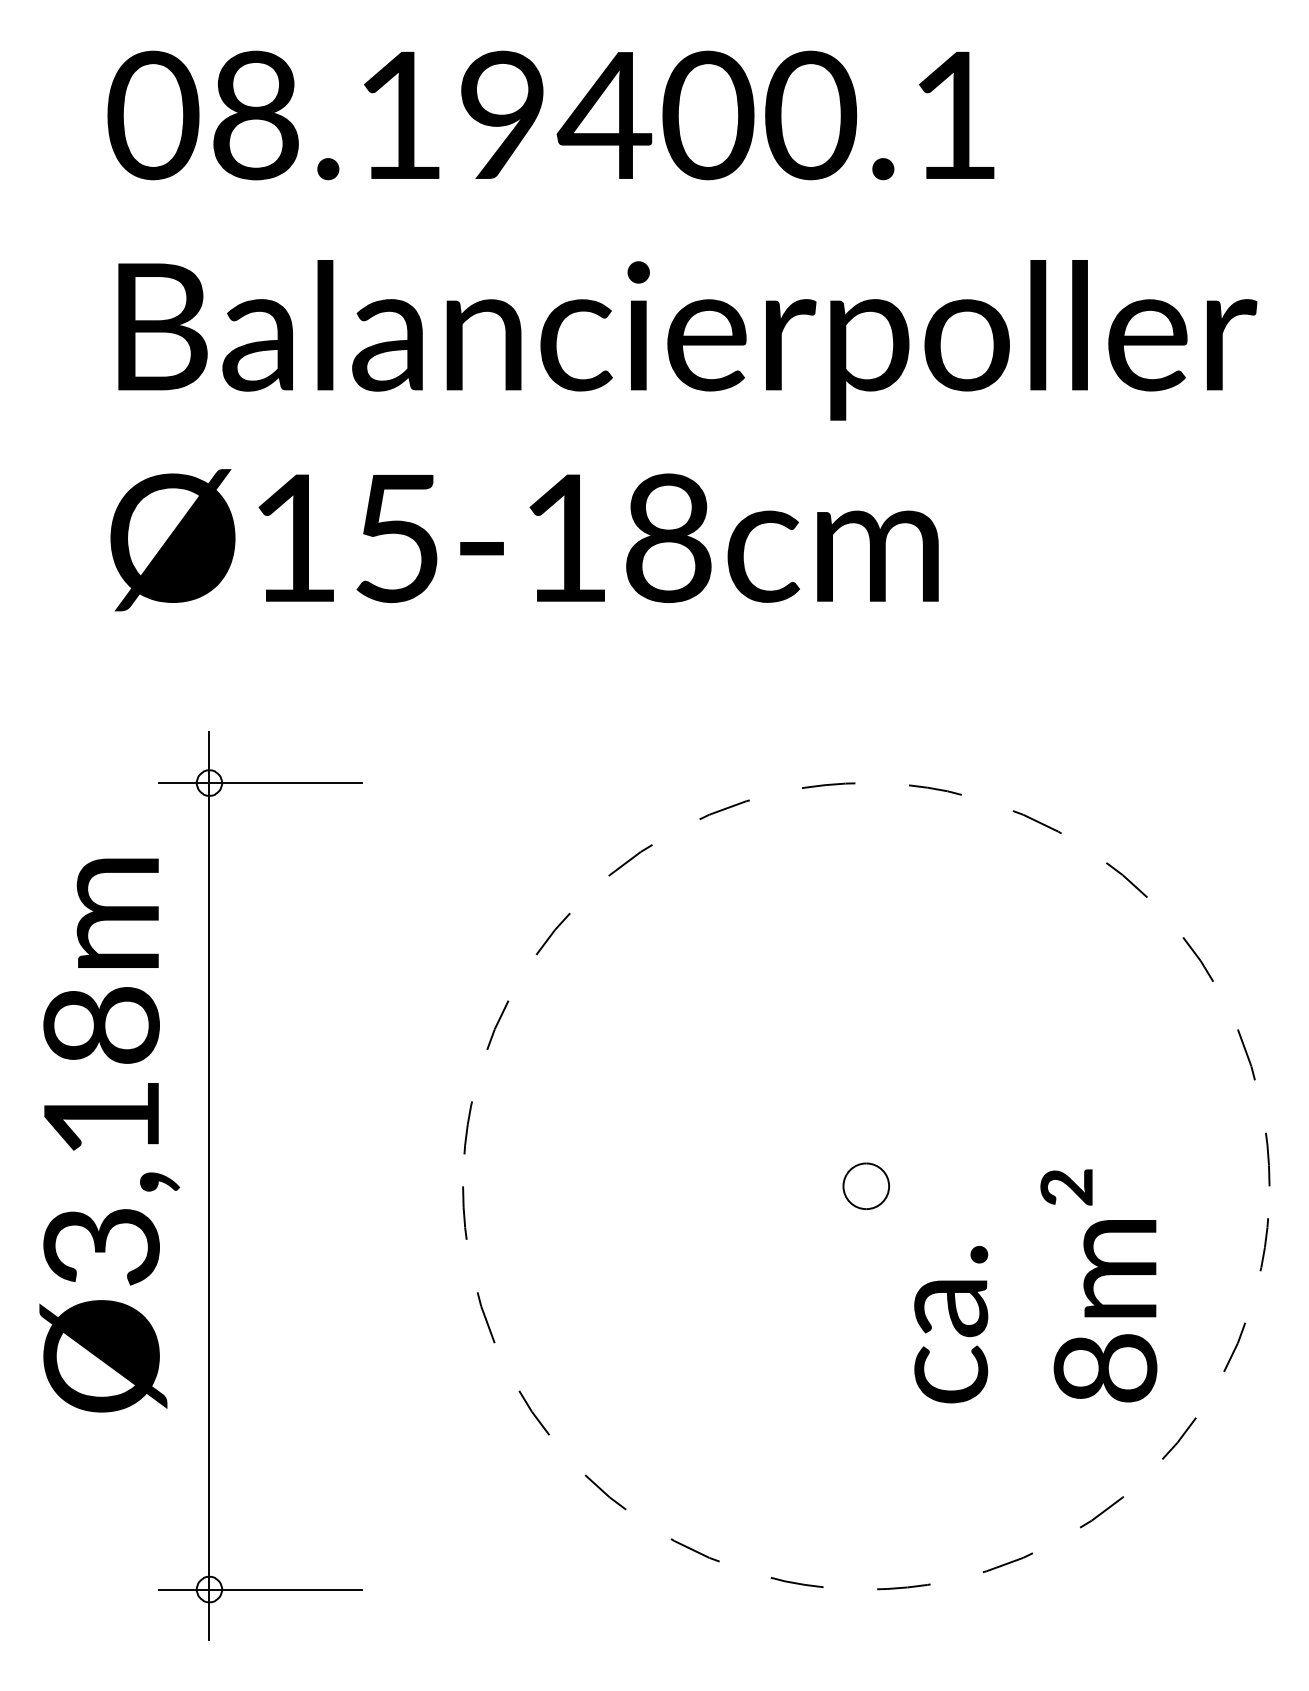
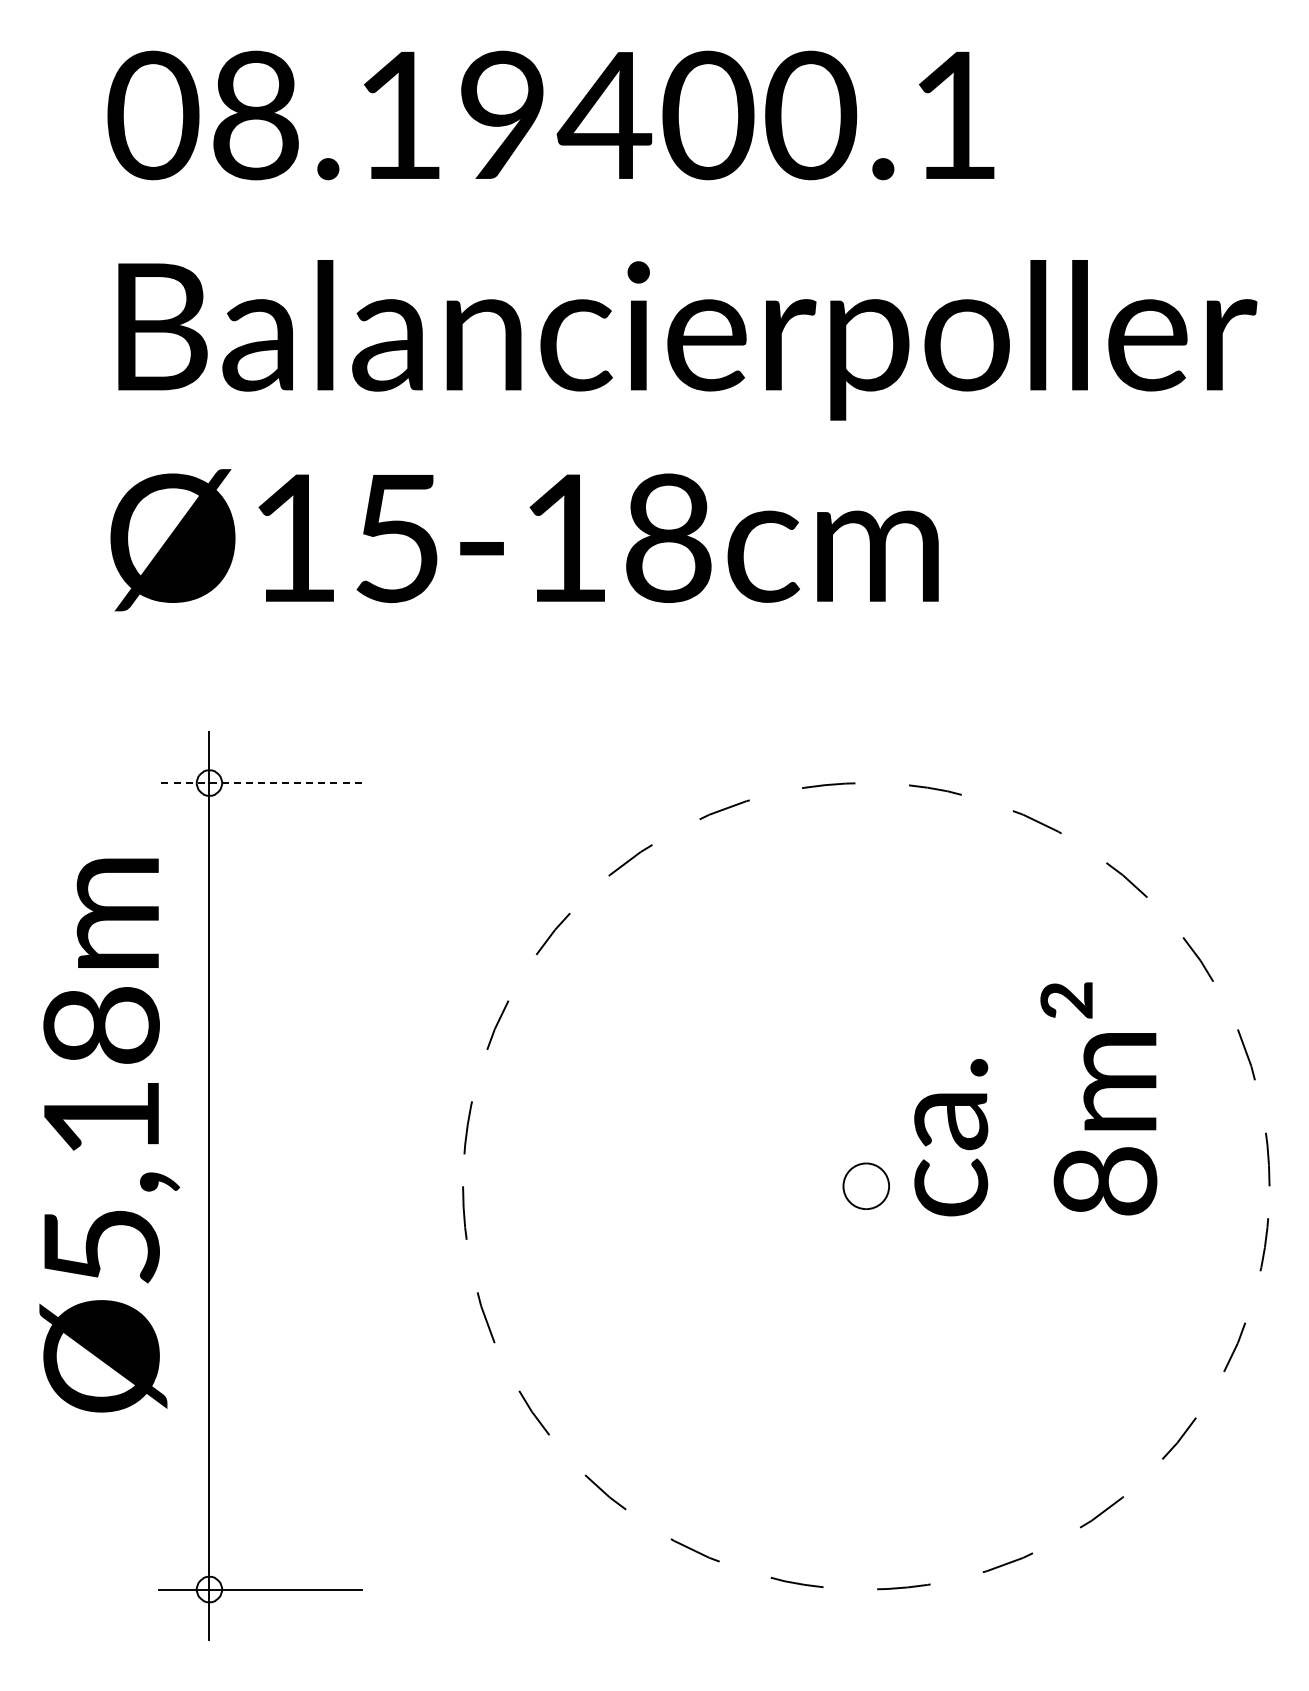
line at (259, 783): solid -> dashed
text at (101, 1247): Ø3,18m -> Ø5,18m
text at (1035, 1286) position: (1035, 1286) -> (1035, 1099)
